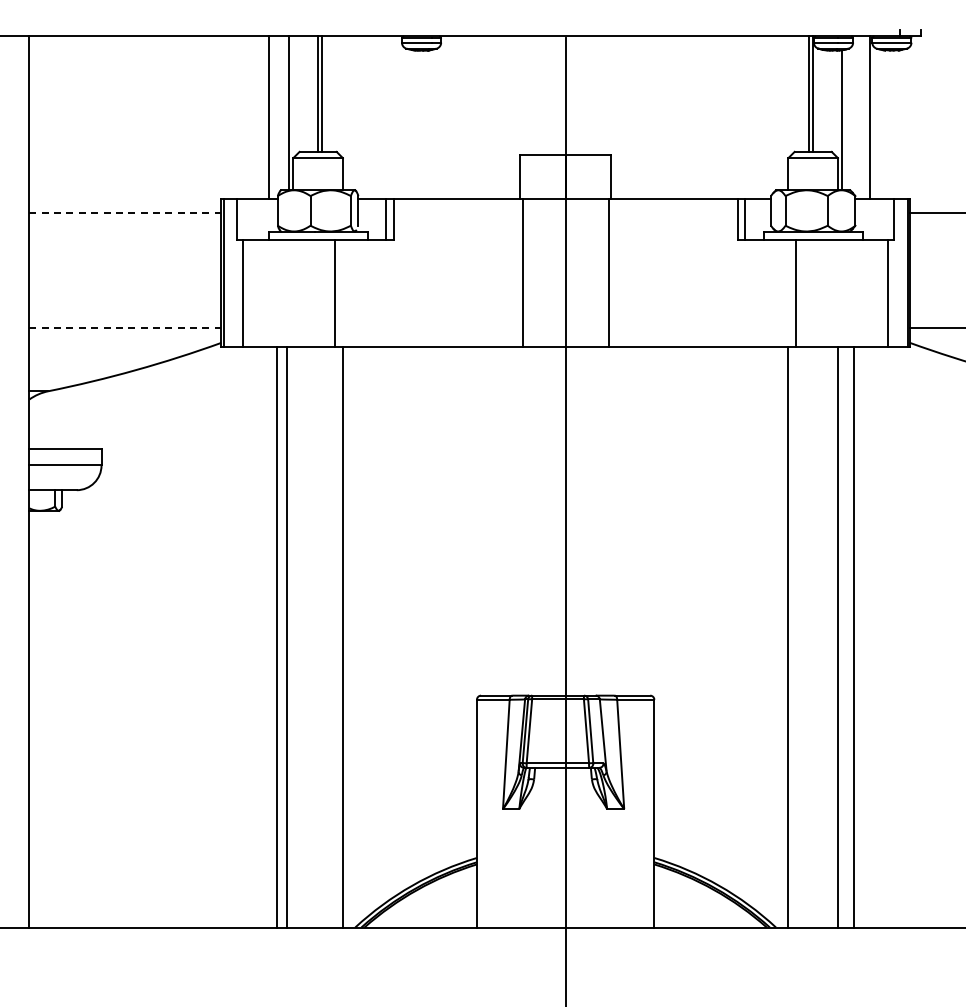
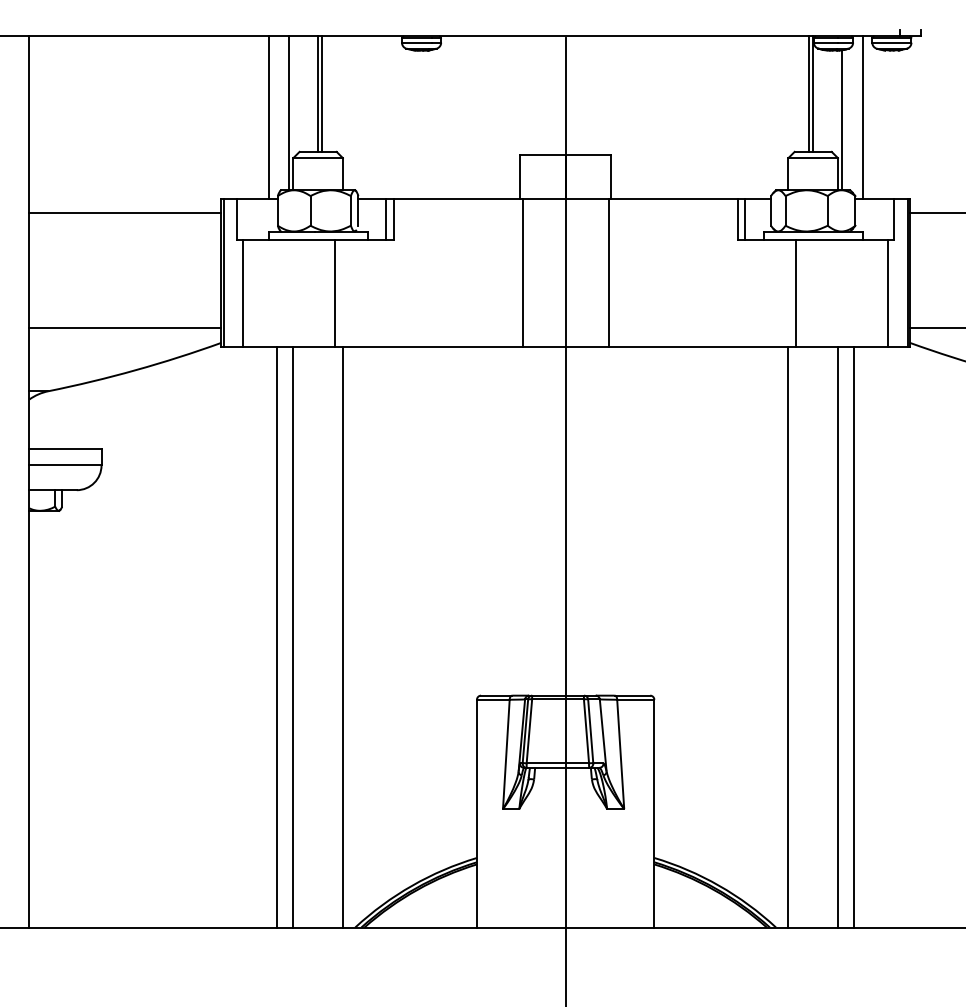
line at (869, 117) position: (869, 117) -> (862, 117)
line at (125, 212): dashed -> solid
line at (125, 327): dashed -> solid
line at (287, 637) position: (287, 637) -> (293, 637)
